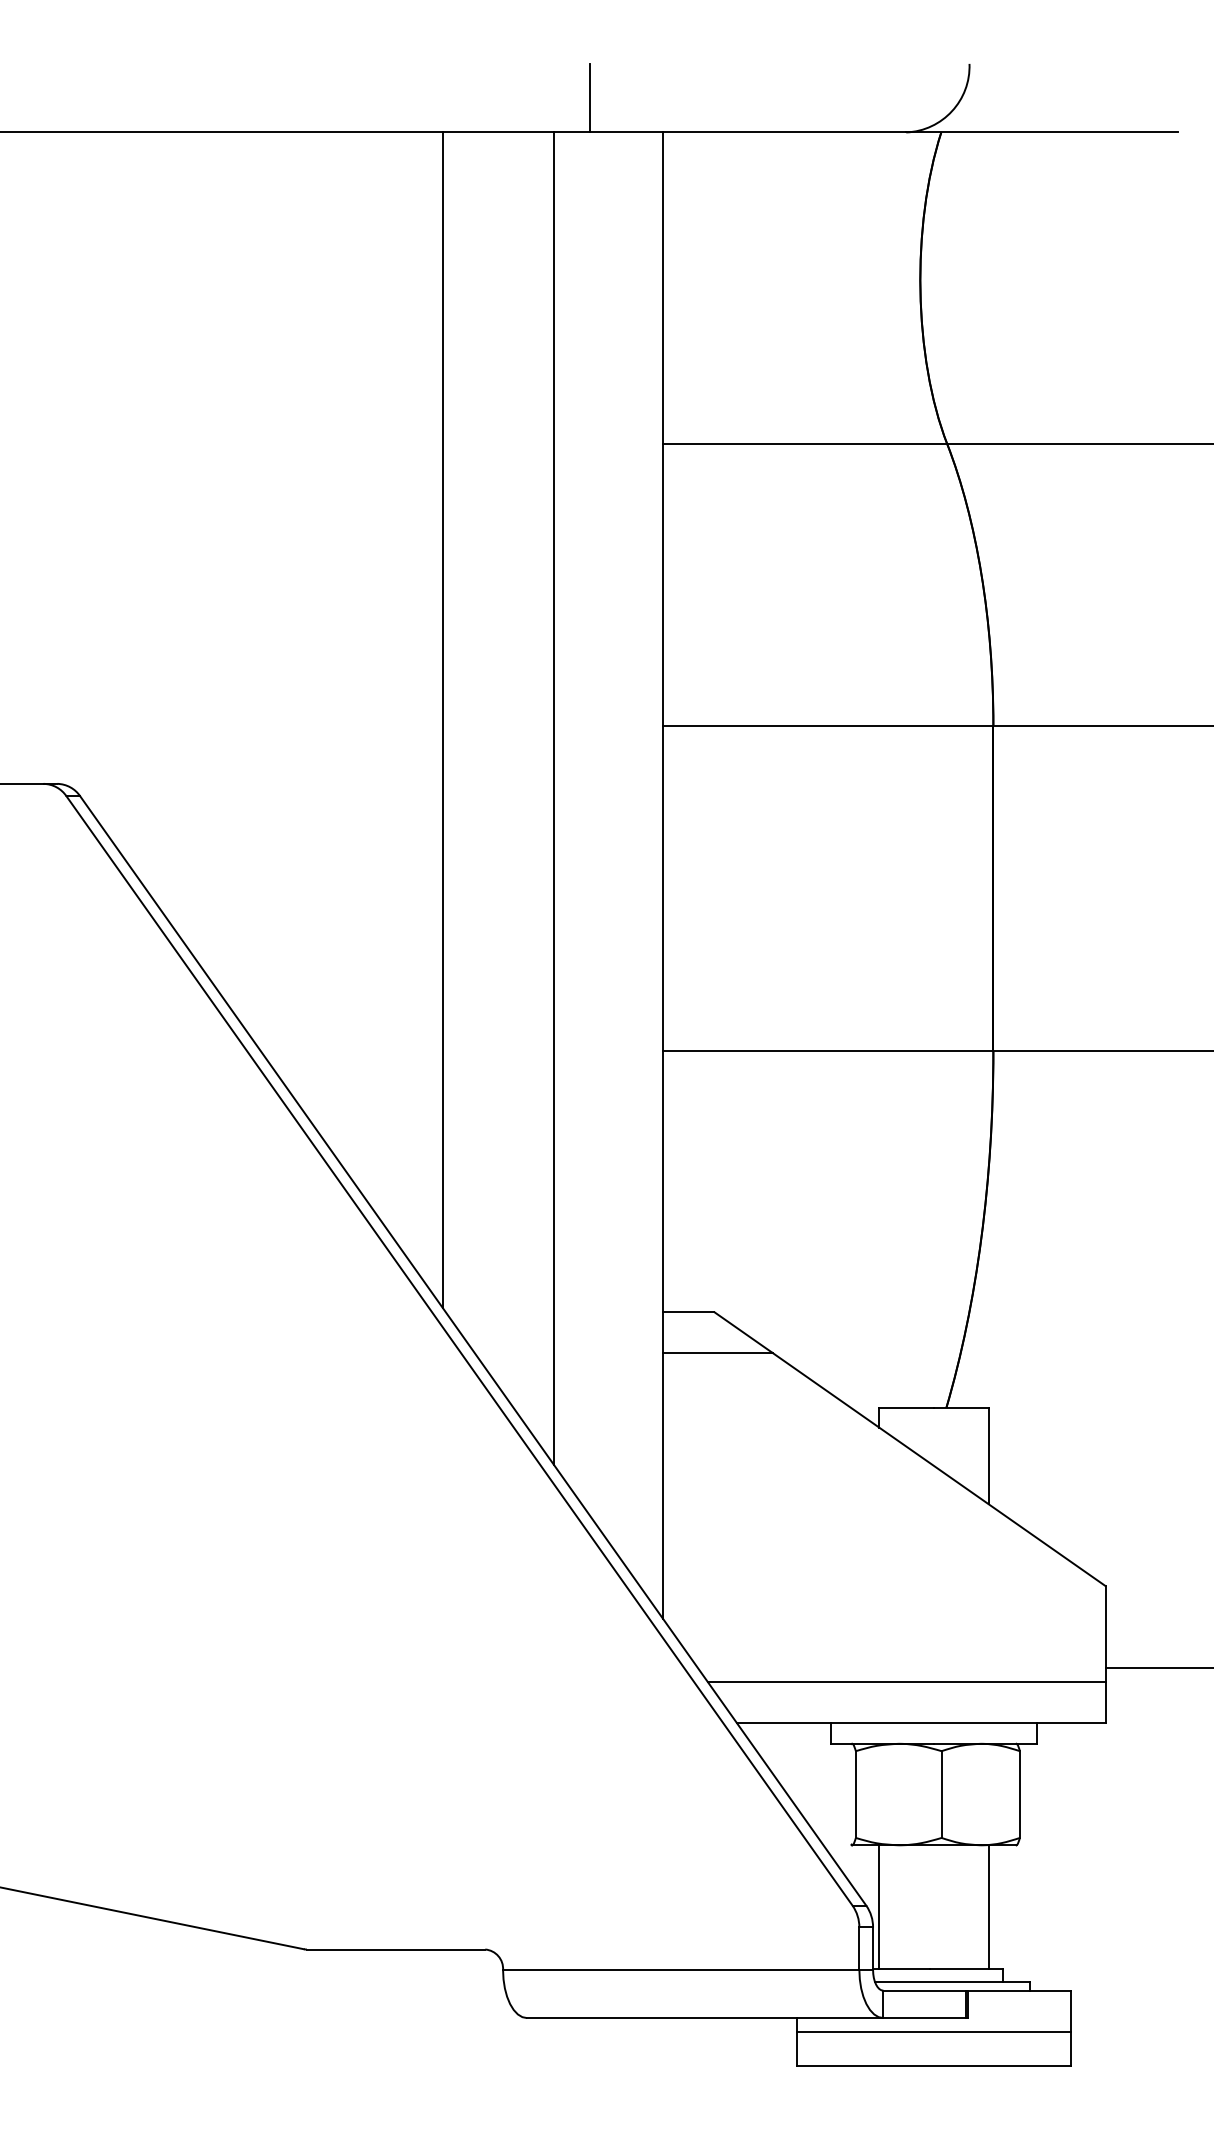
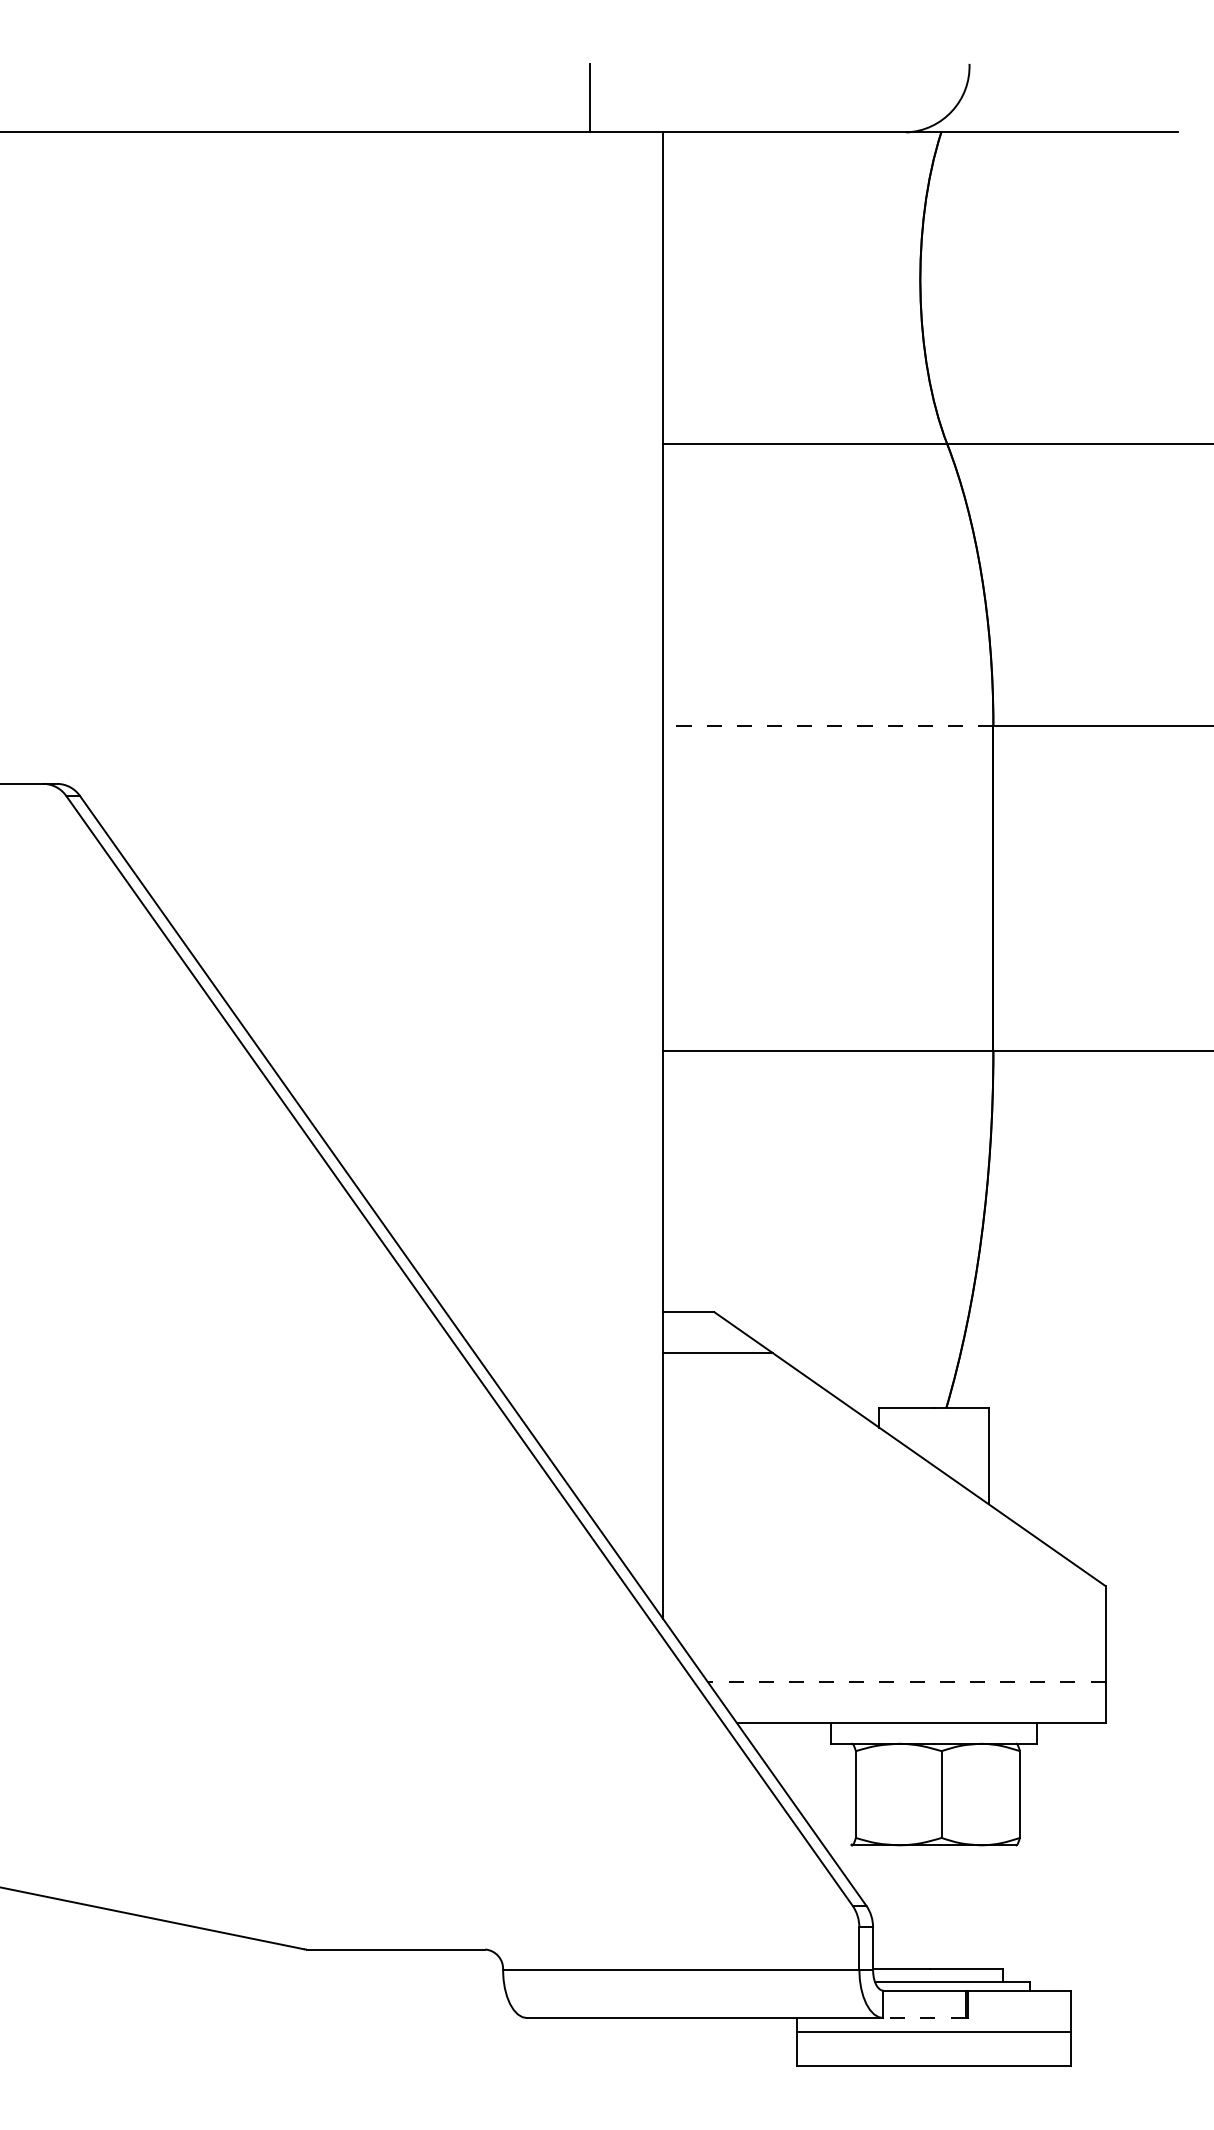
line at (442, 719): present -> none
line at (828, 725): solid -> dashed
line at (554, 798): present -> none
line at (1157, 1668): present -> none
line at (906, 1682): solid -> dashed
line at (879, 1906): present -> none
line at (989, 1906): present -> none
line at (924, 2018): solid -> dashed
